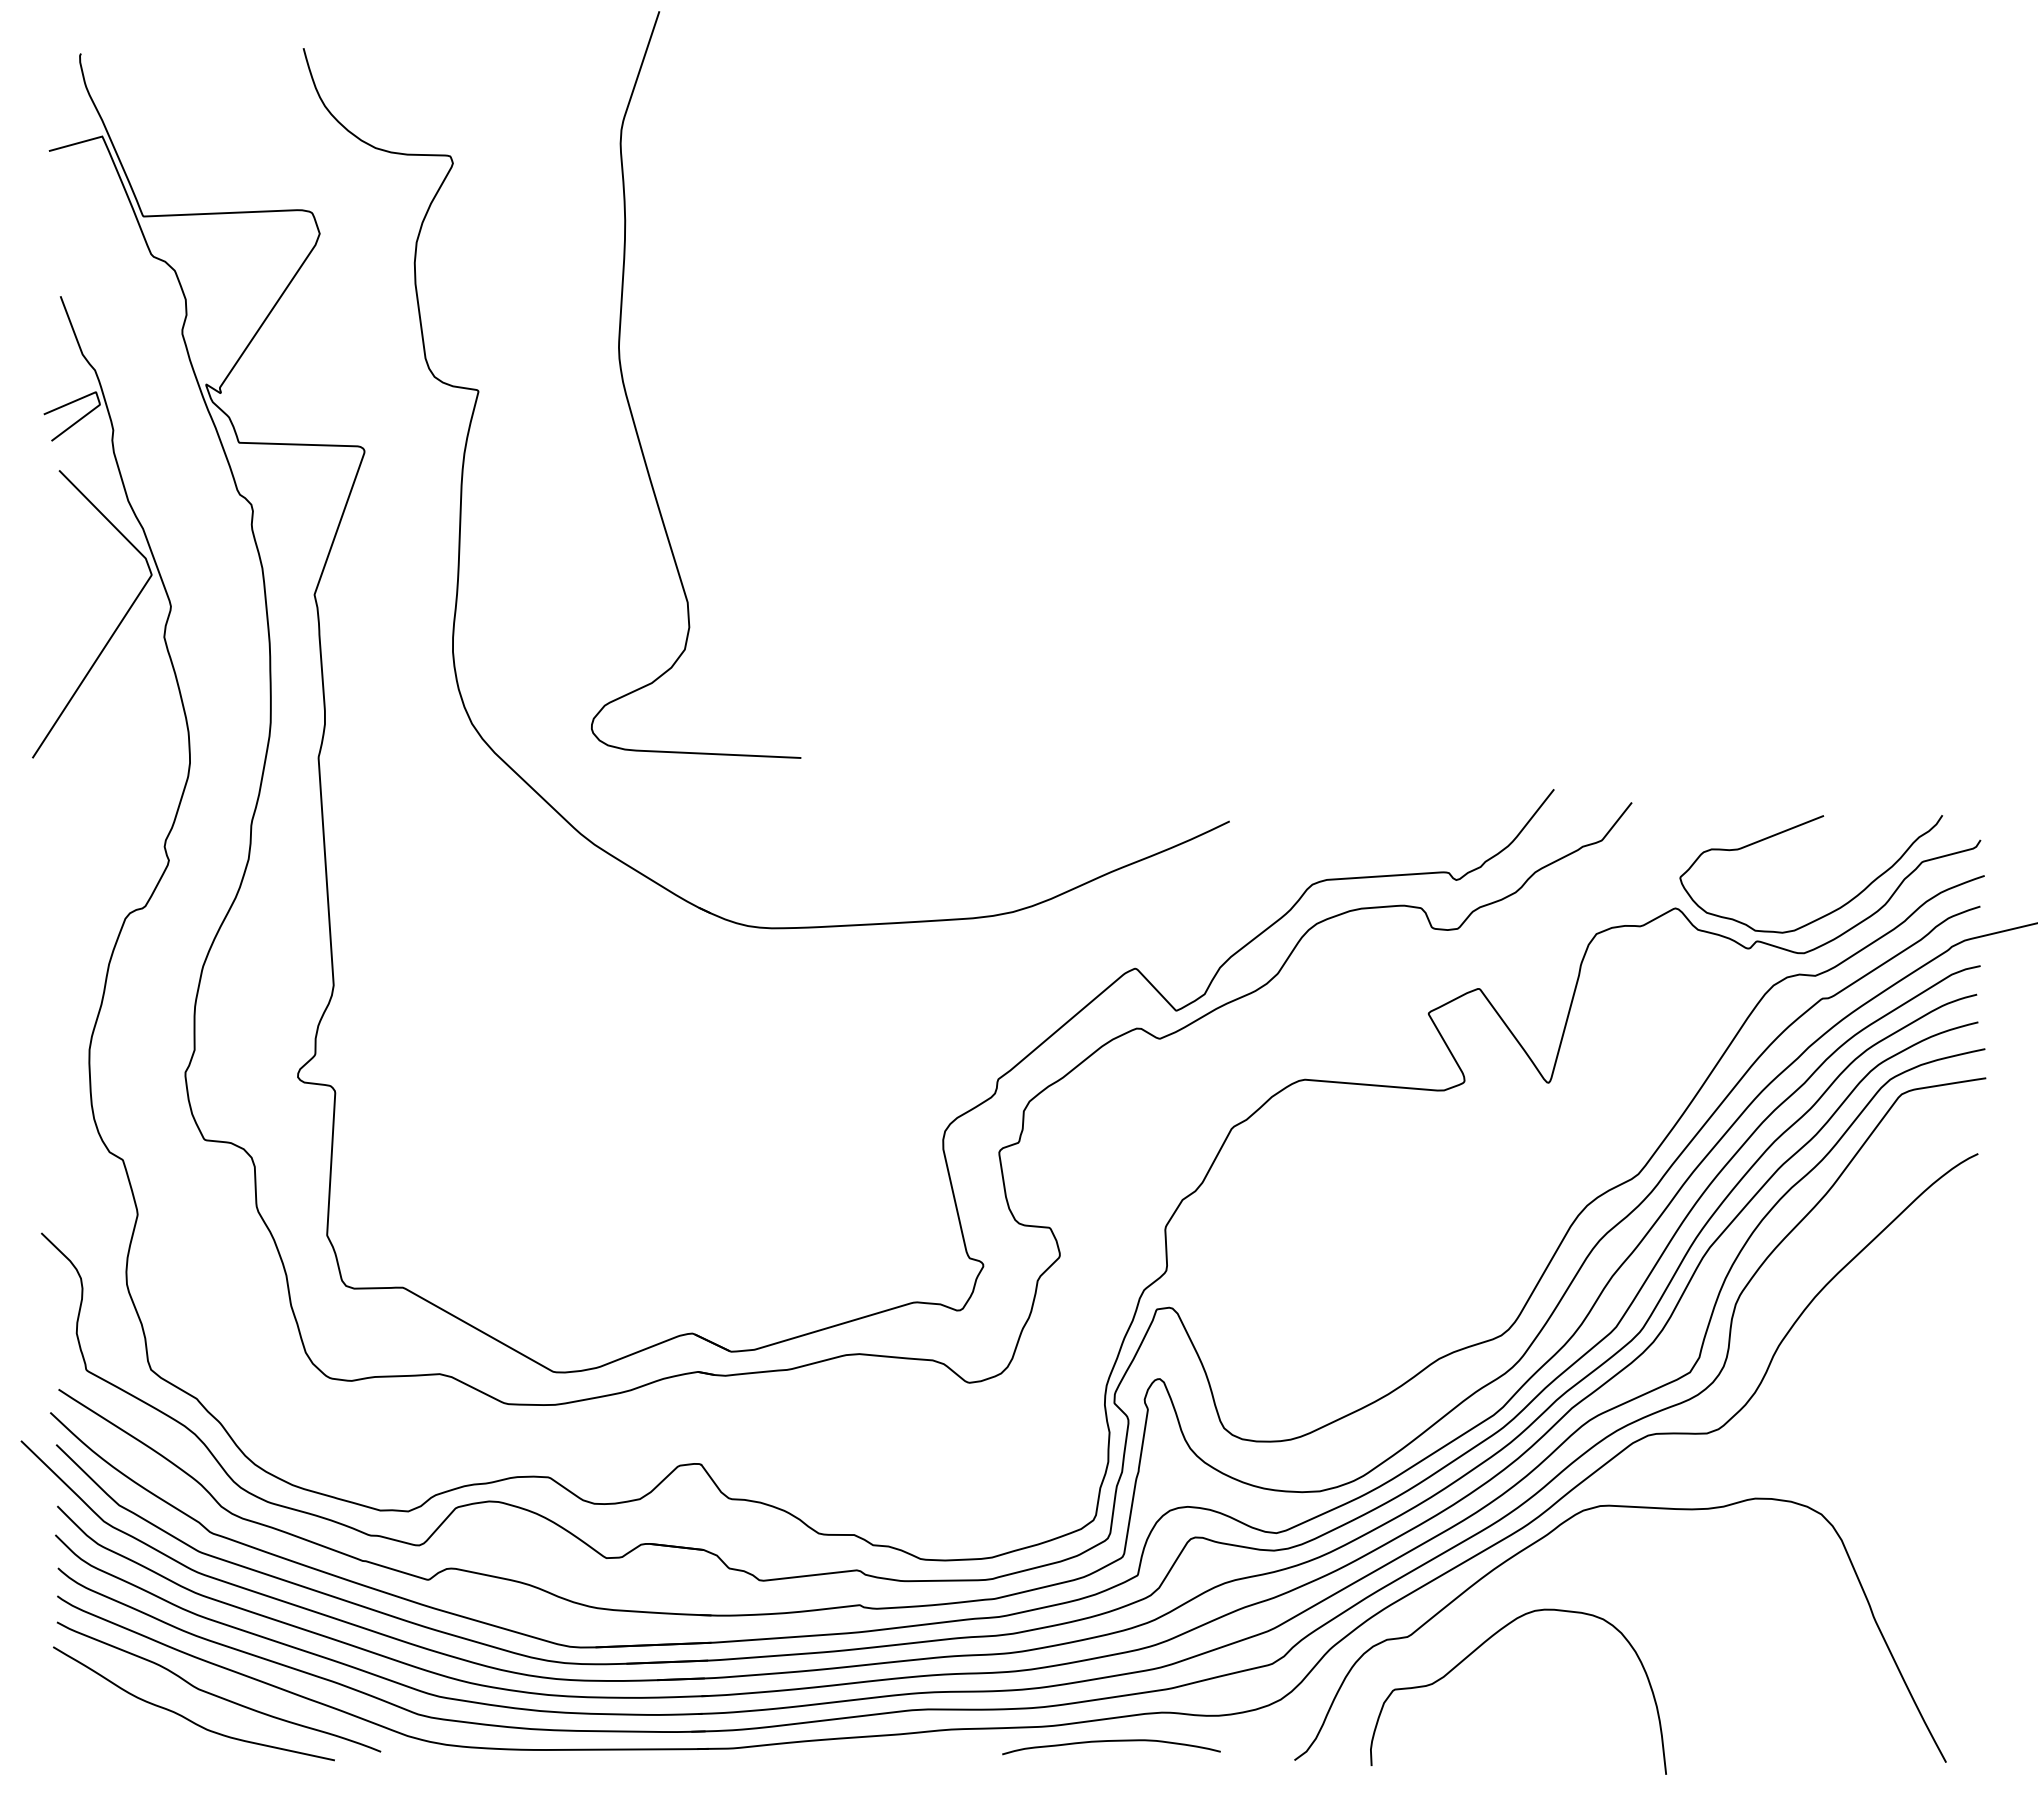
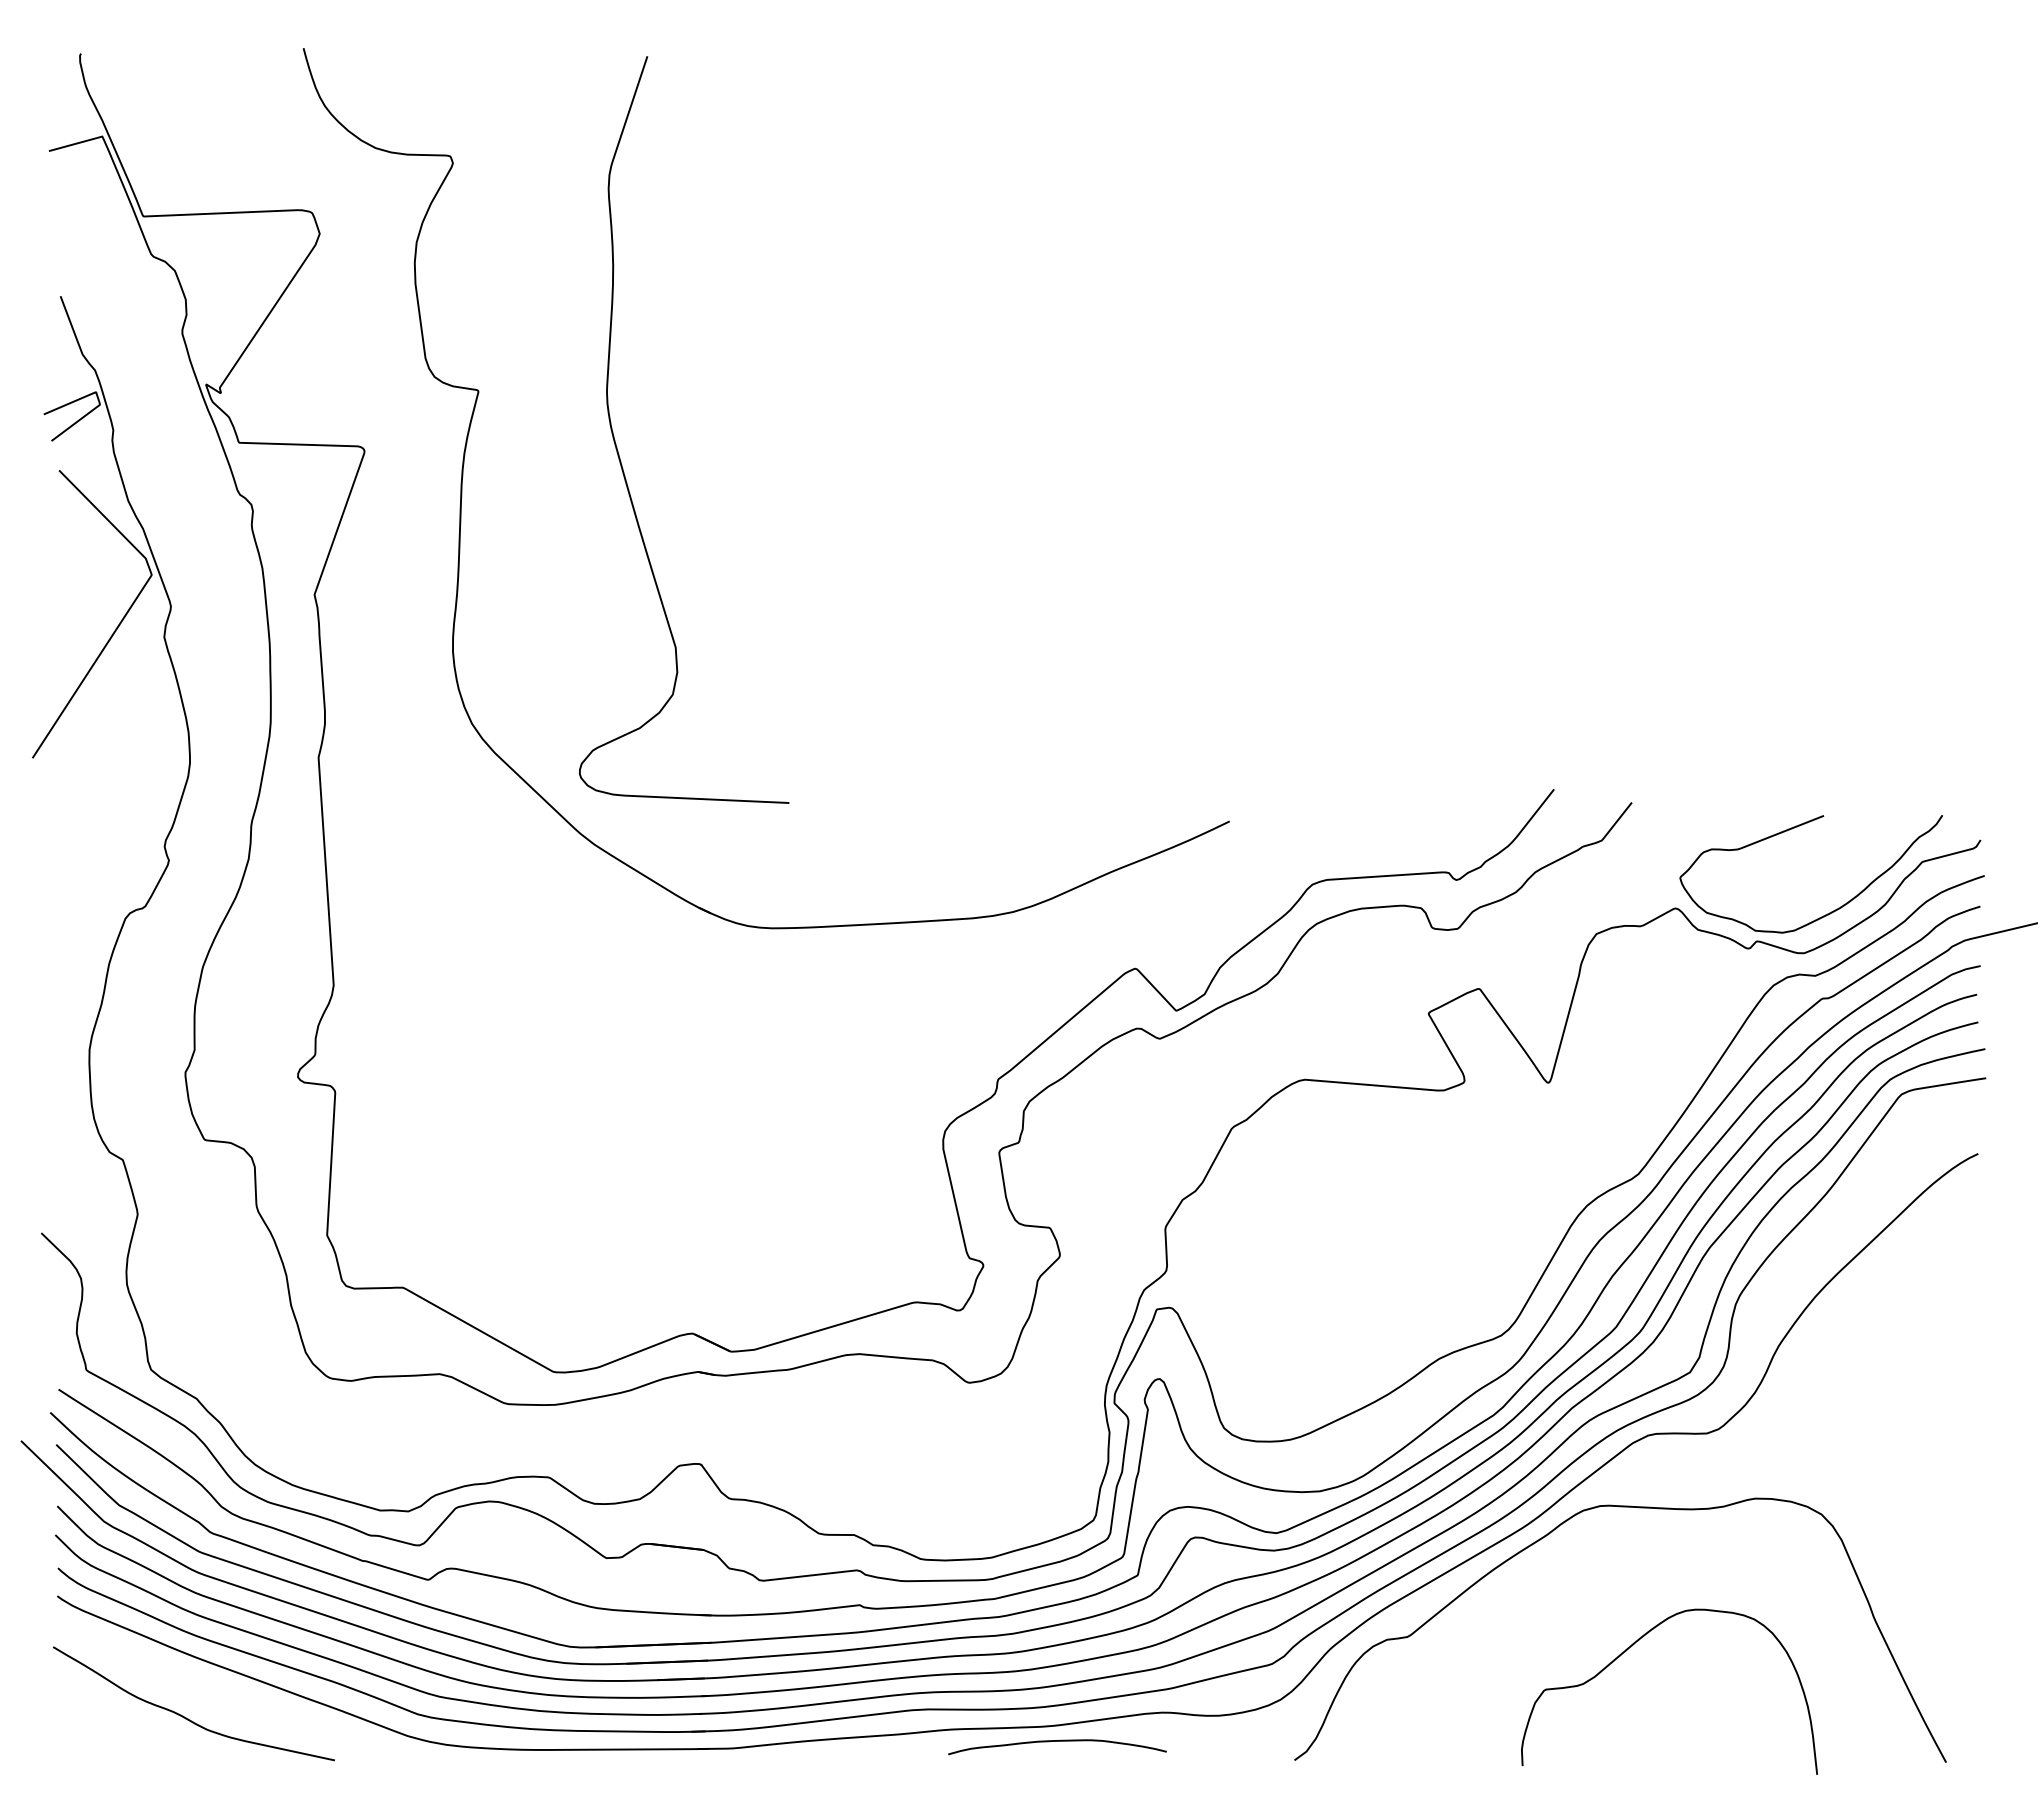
curve at (630, 405) position: (630, 405) -> (618, 450)
curve at (1481, 1646) position: (1481, 1646) -> (1632, 1646)
curve at (215, 1694): present -> none
curve at (1111, 1741) position: (1111, 1741) -> (1057, 1741)
